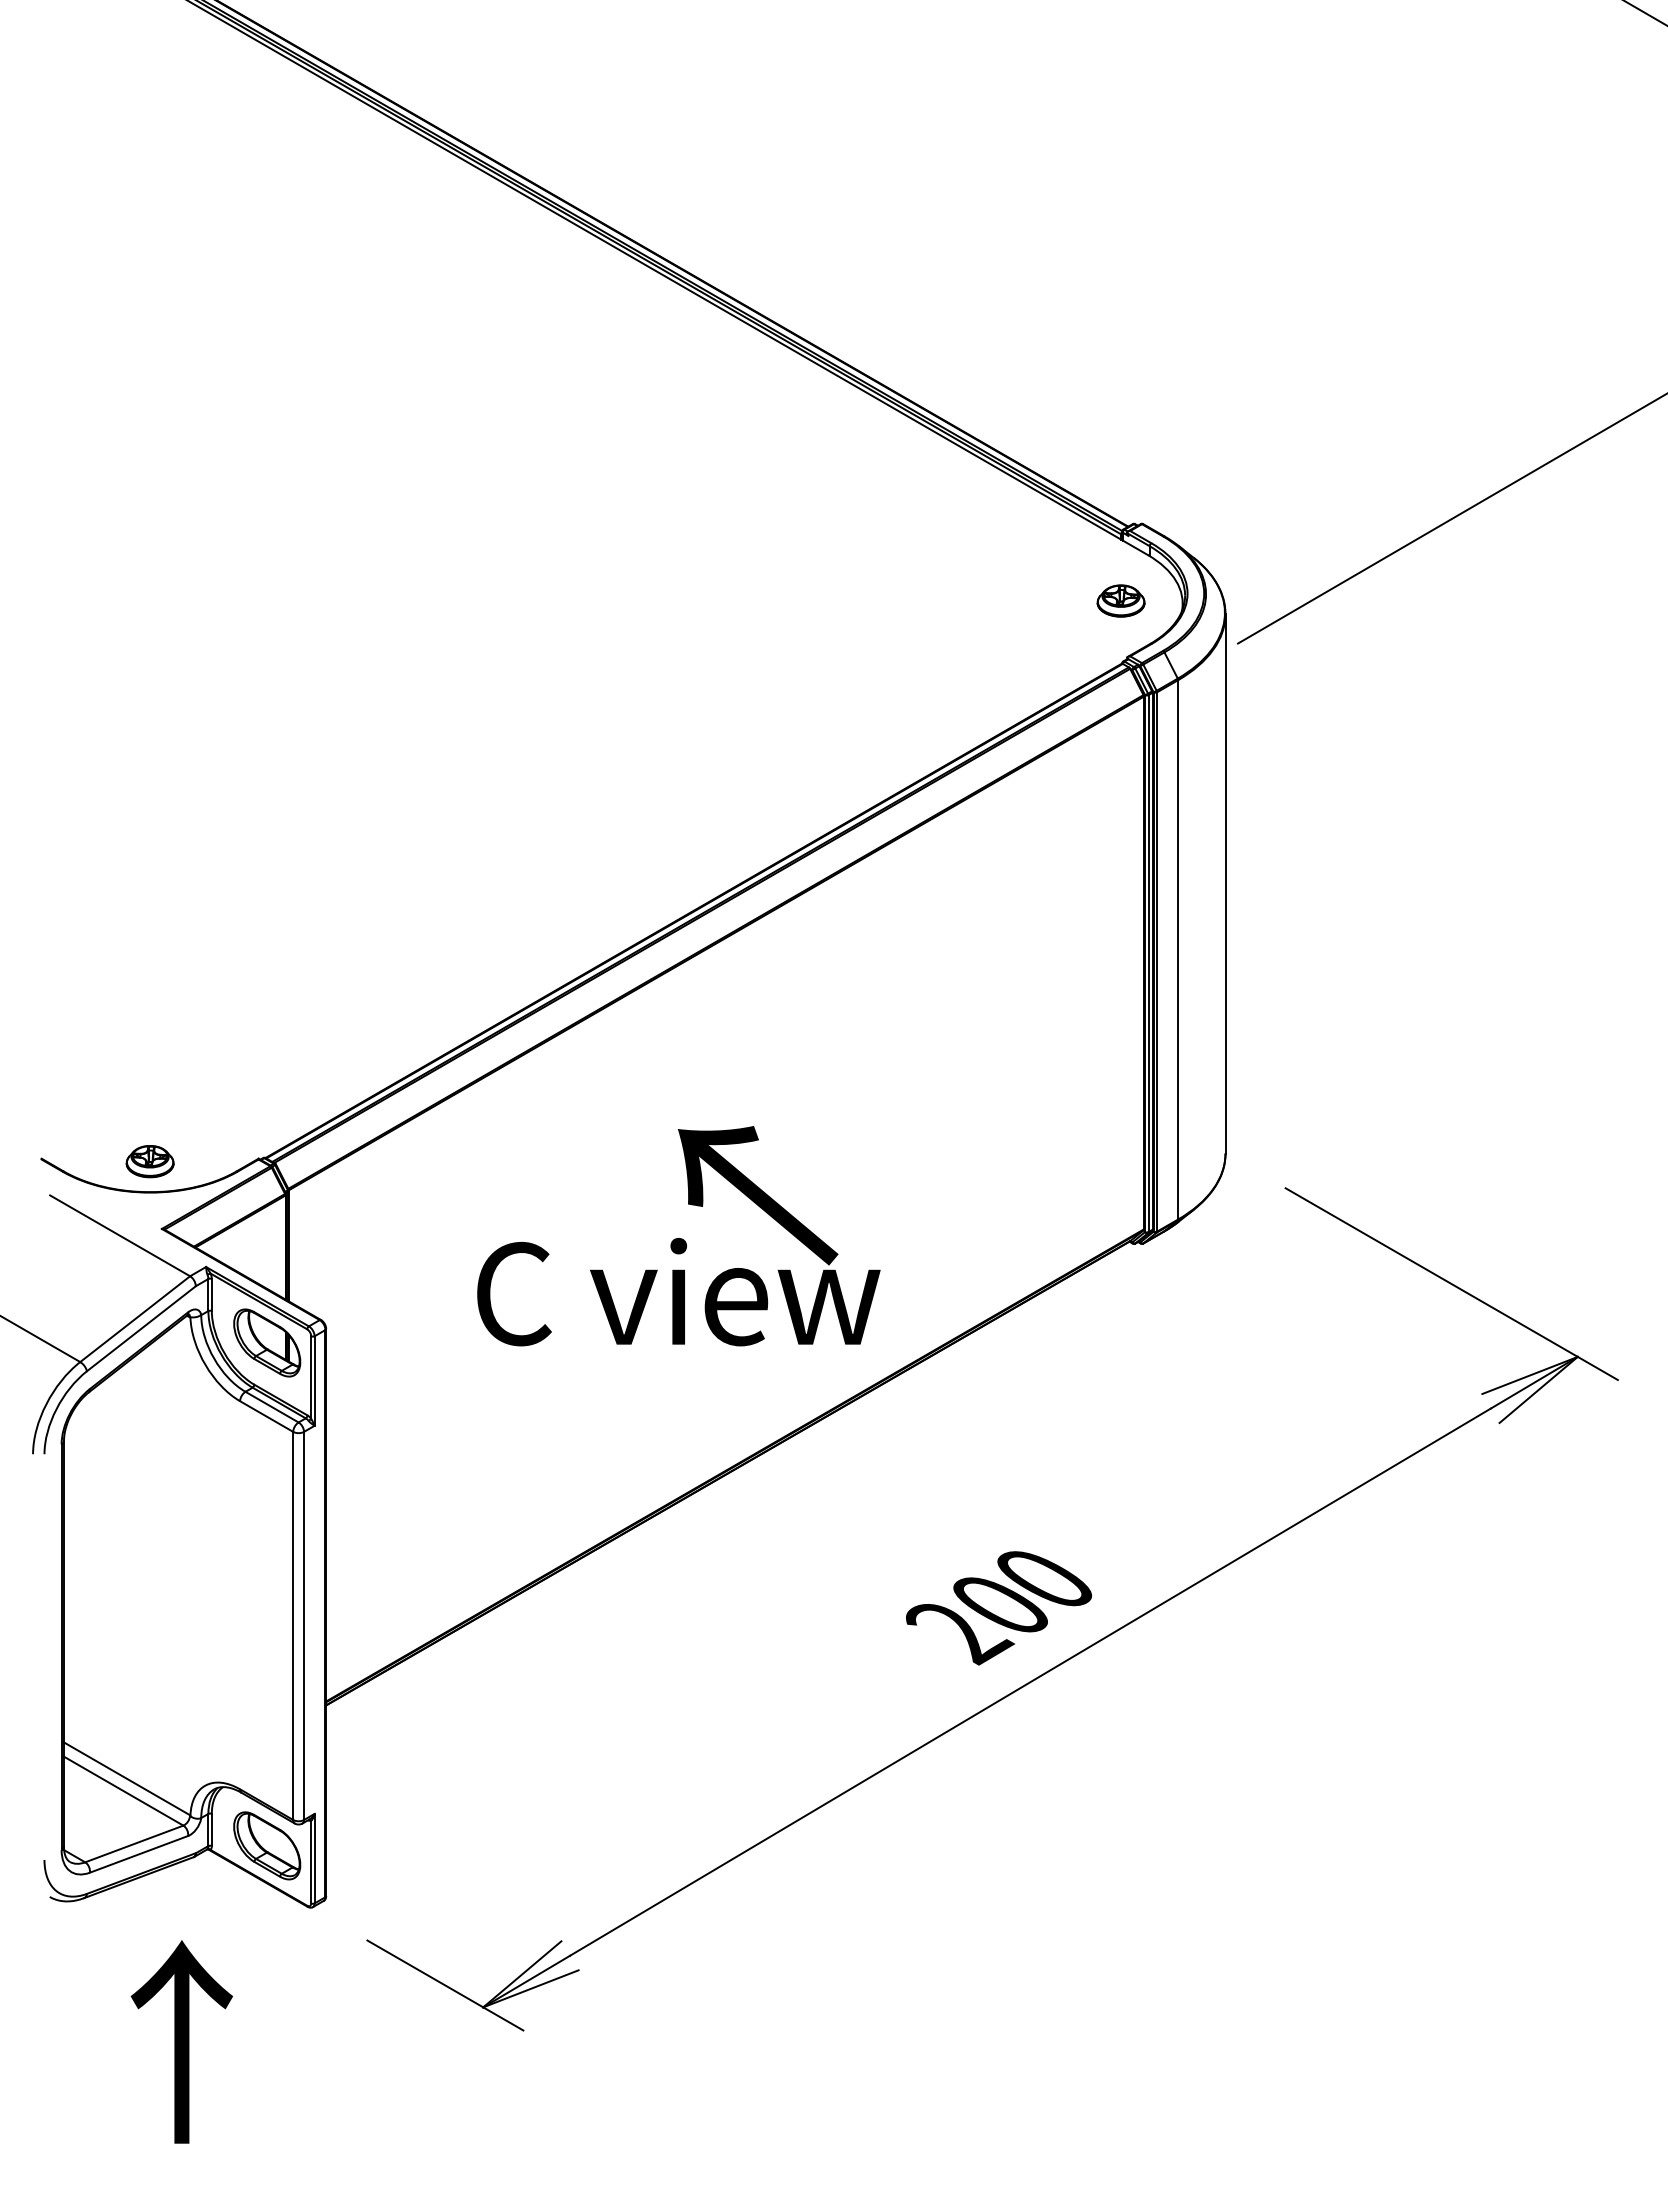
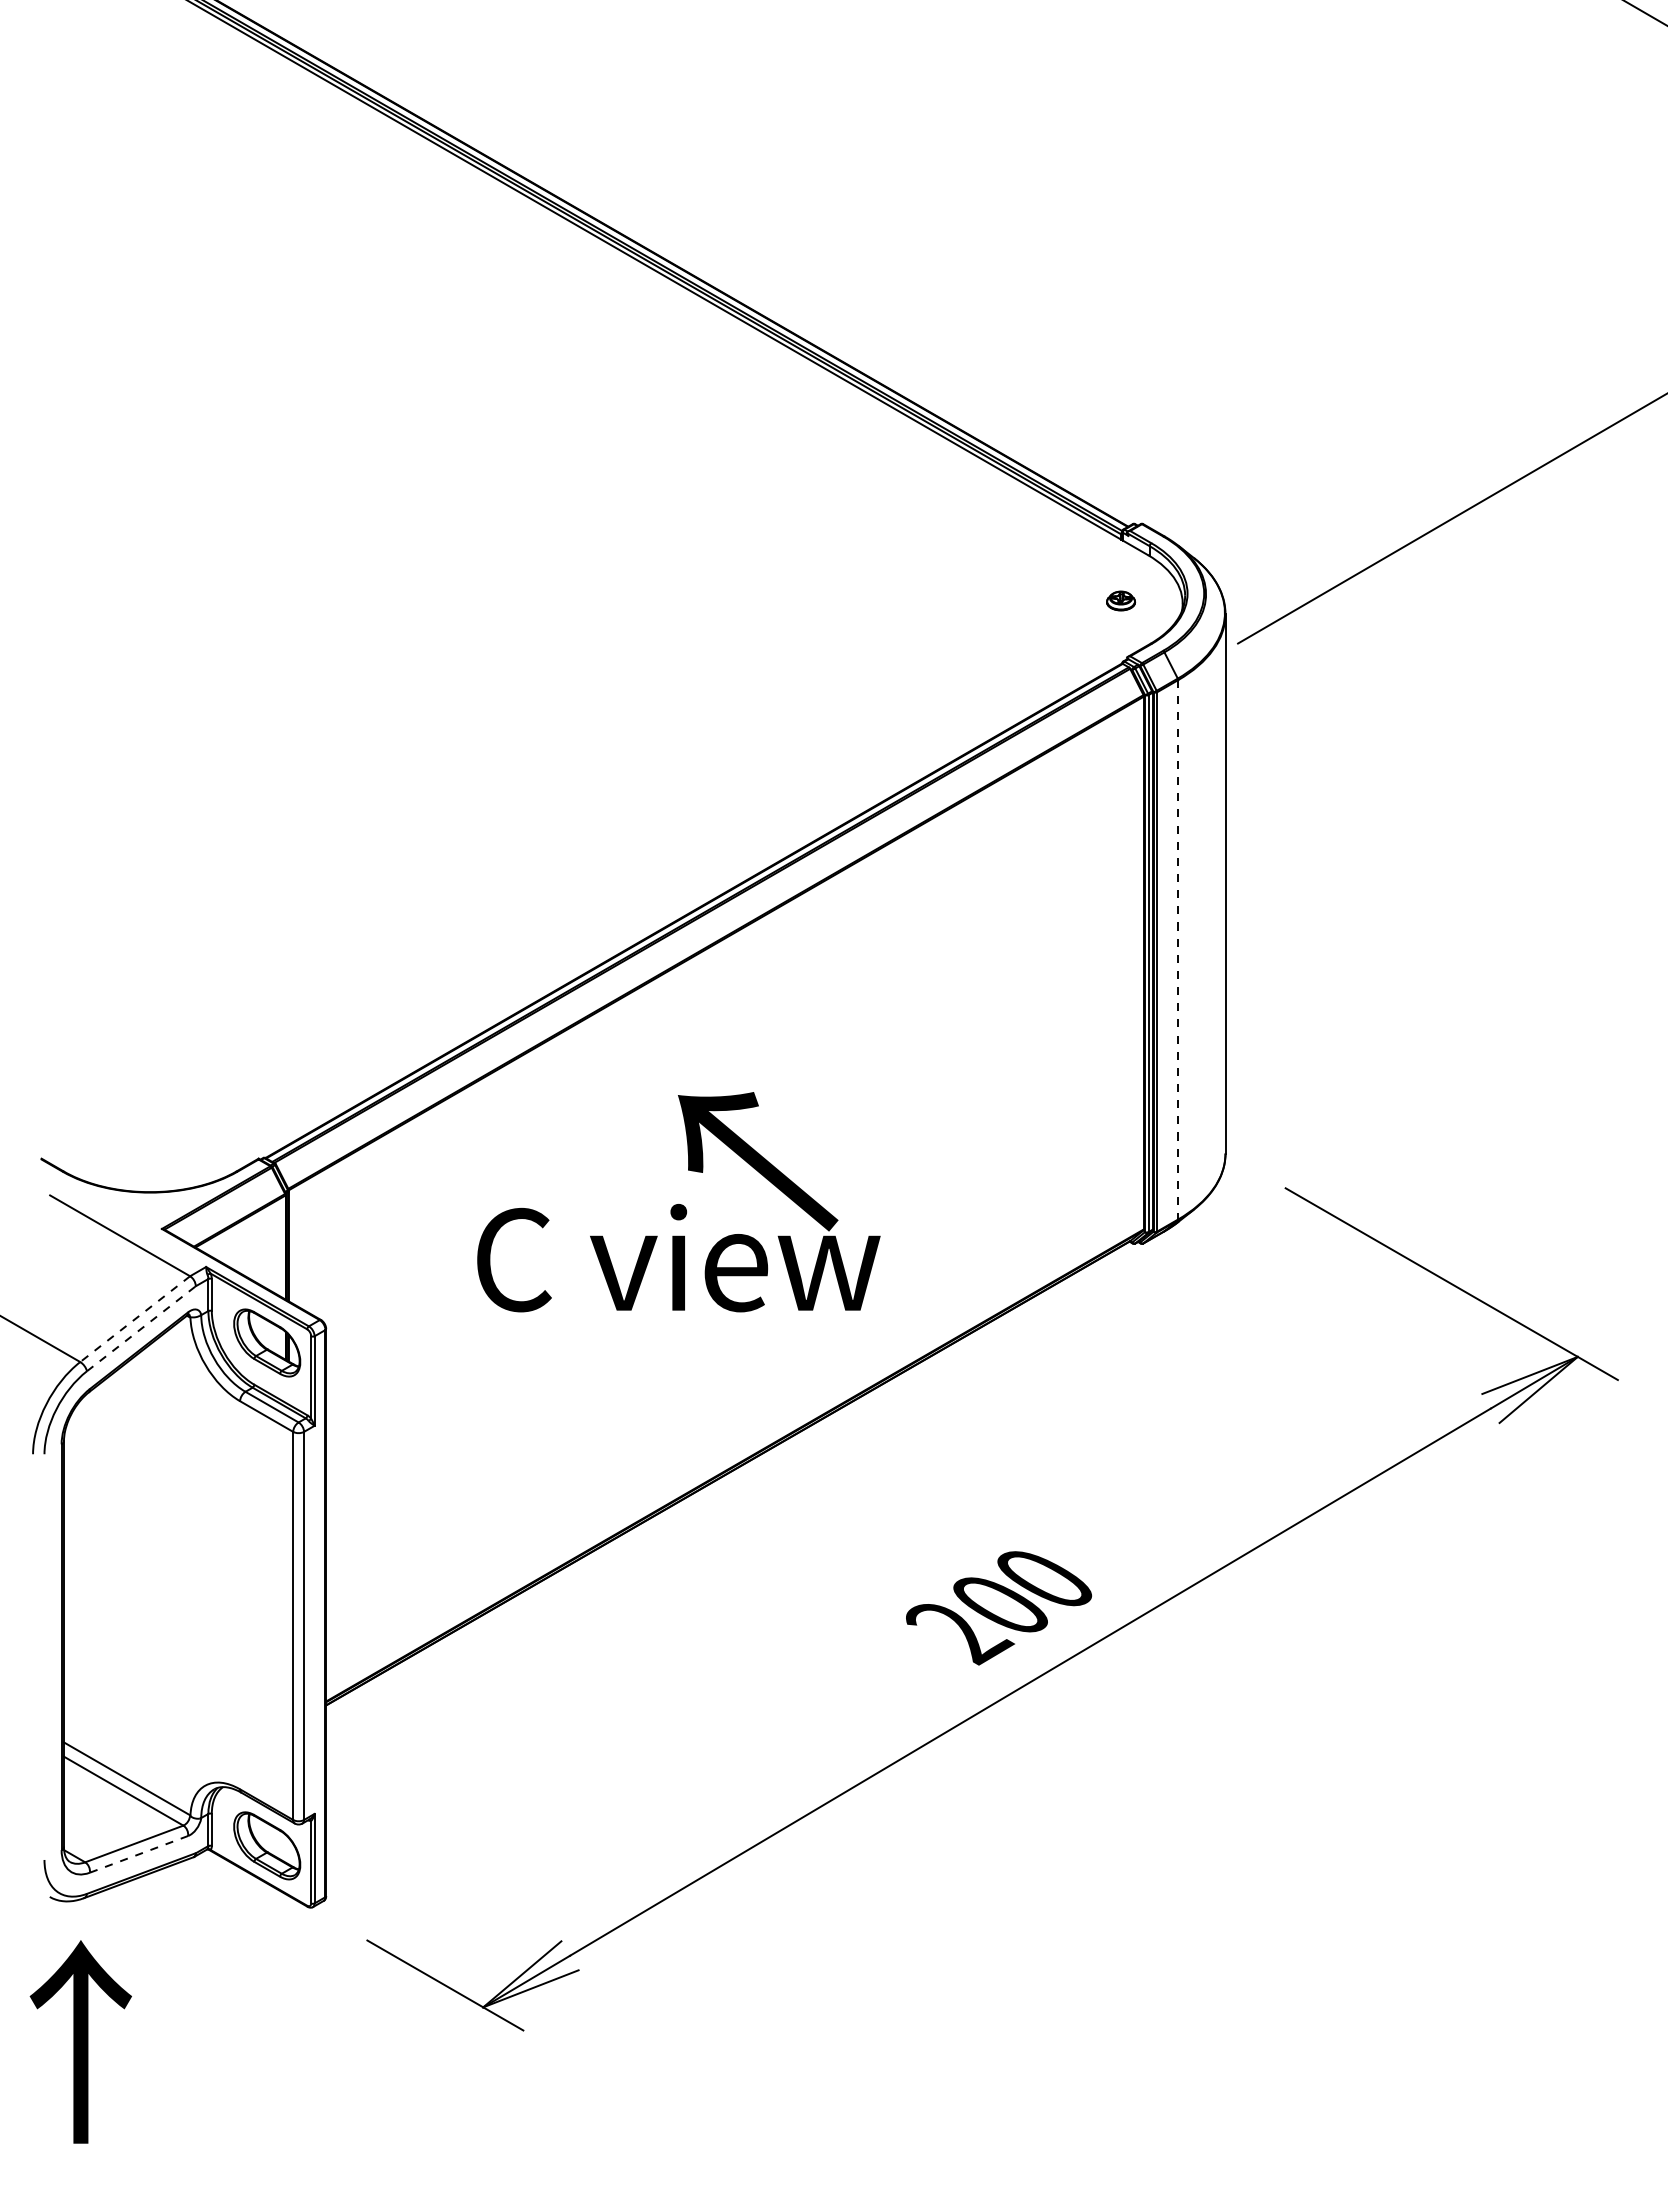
part at (1120, 600) size: 50x34 px -> 30x22 px
line at (1178, 949): solid -> dashed
part at (149, 1161): present -> none
text at (678, 1236) position: (678, 1236) -> (678, 1202)
line at (135, 1319): solid -> dashed
line at (141, 1328): solid -> dashed
line at (139, 1854): solid -> dashed
text at (181, 2041) position: (181, 2041) -> (80, 2041)
